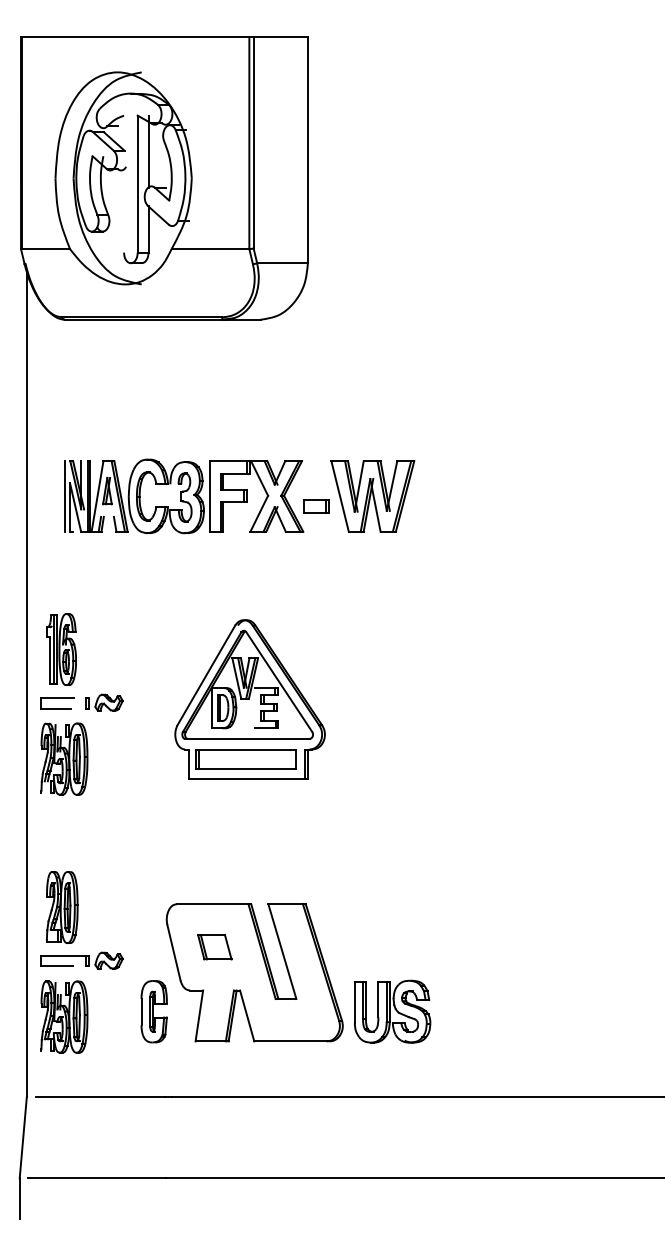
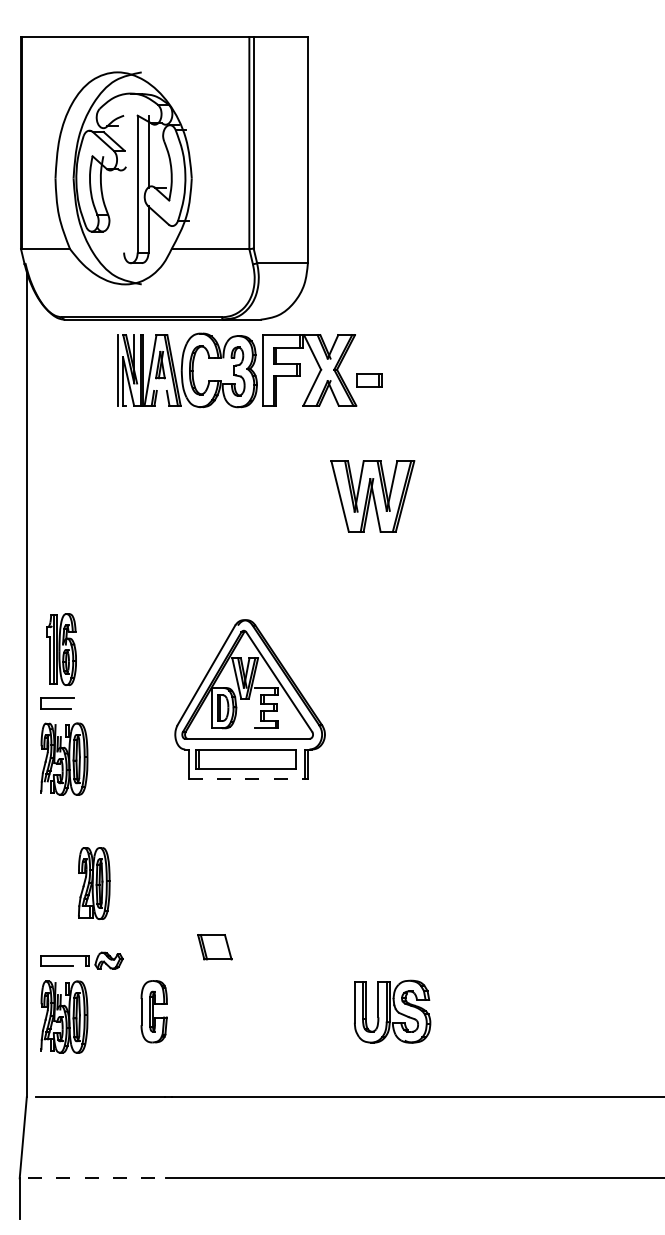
part at (196, 496) position: (196, 496) -> (249, 370)
part at (104, 702): present -> none
line at (247, 779): solid -> dashed
part at (62, 907) position: (62, 907) -> (94, 883)
part at (254, 972): present -> none
line at (97, 1178): solid -> dashed
